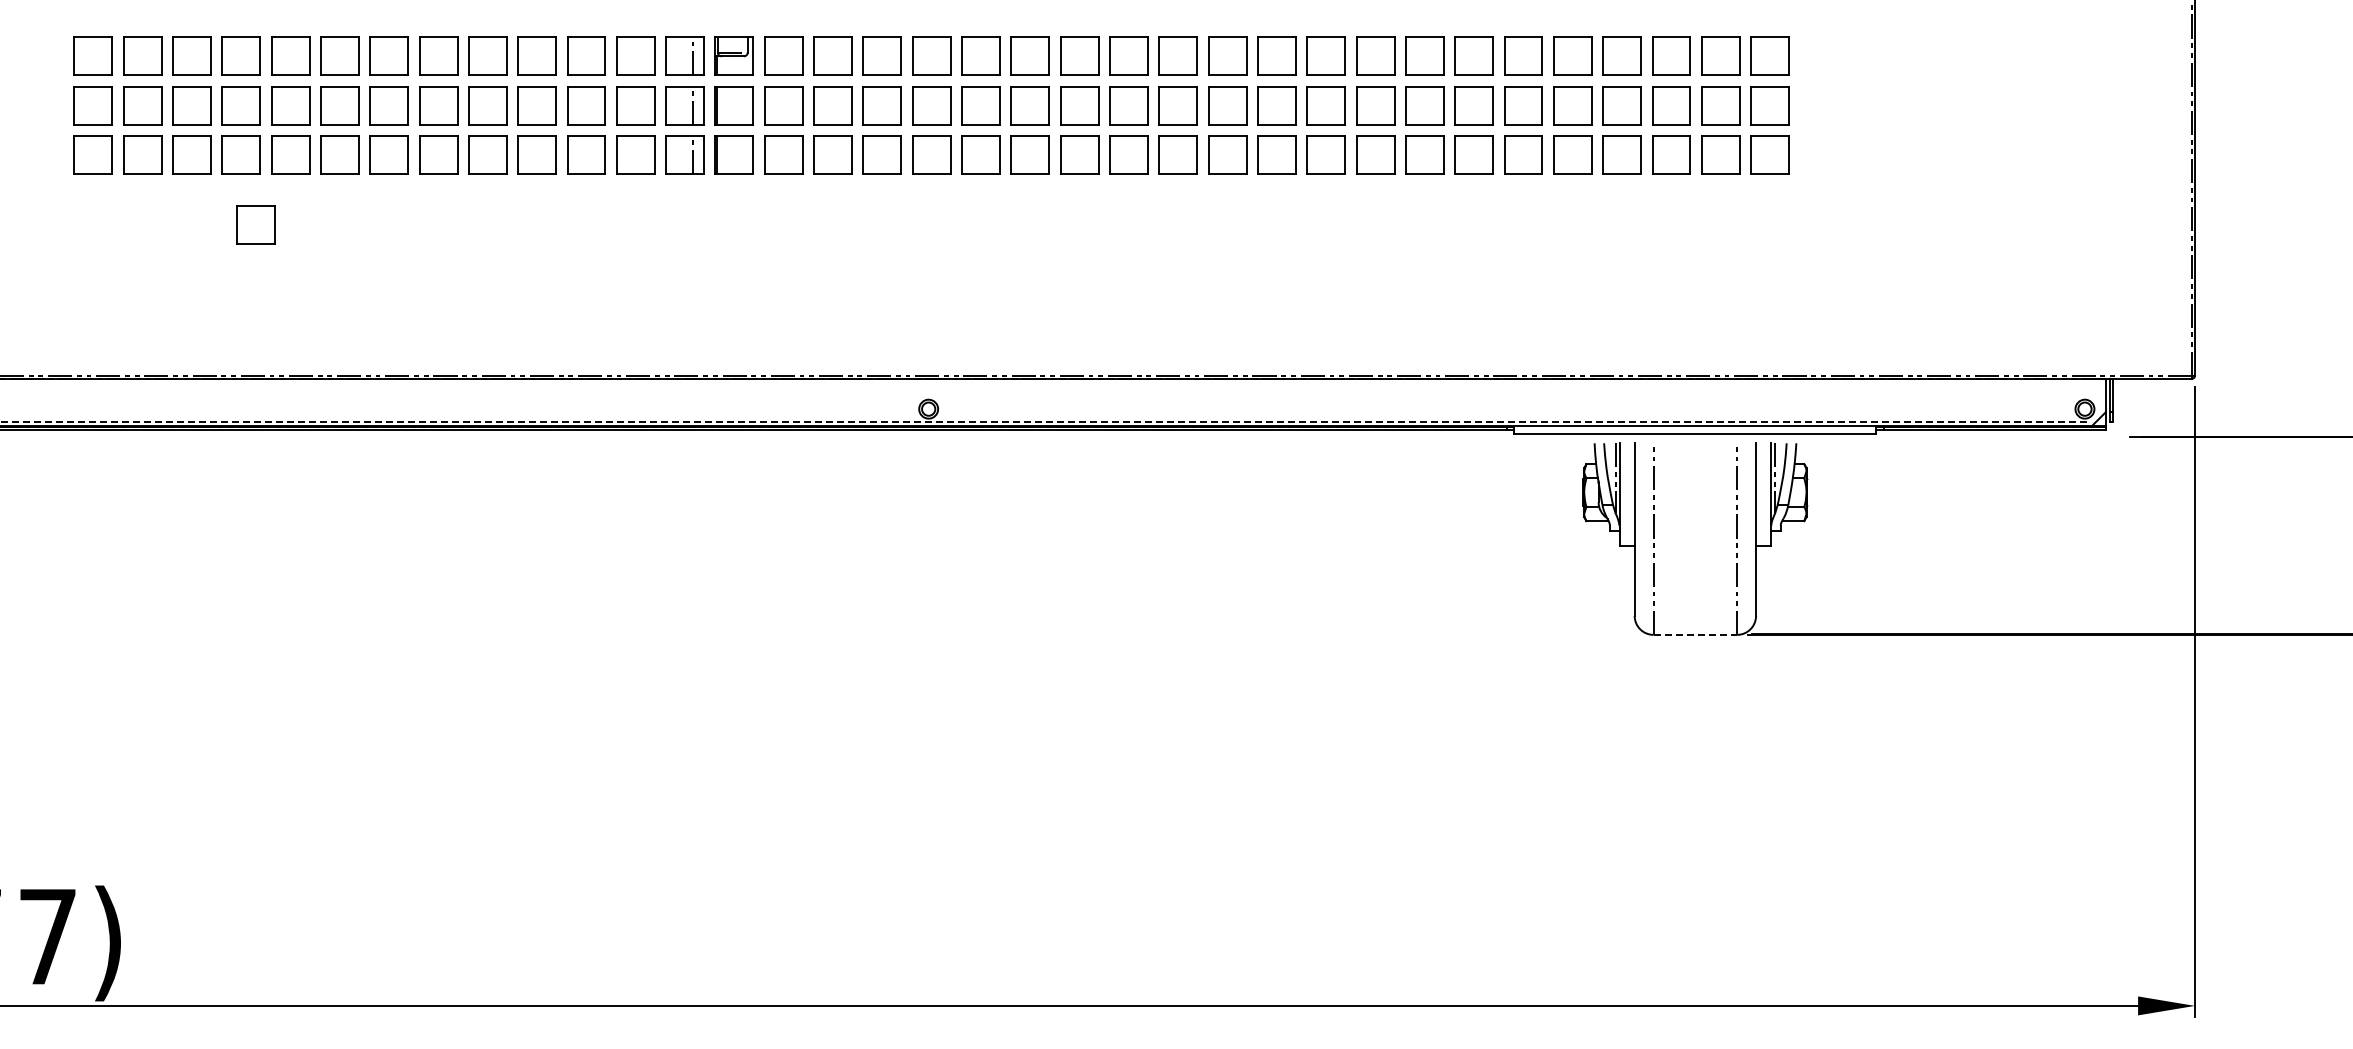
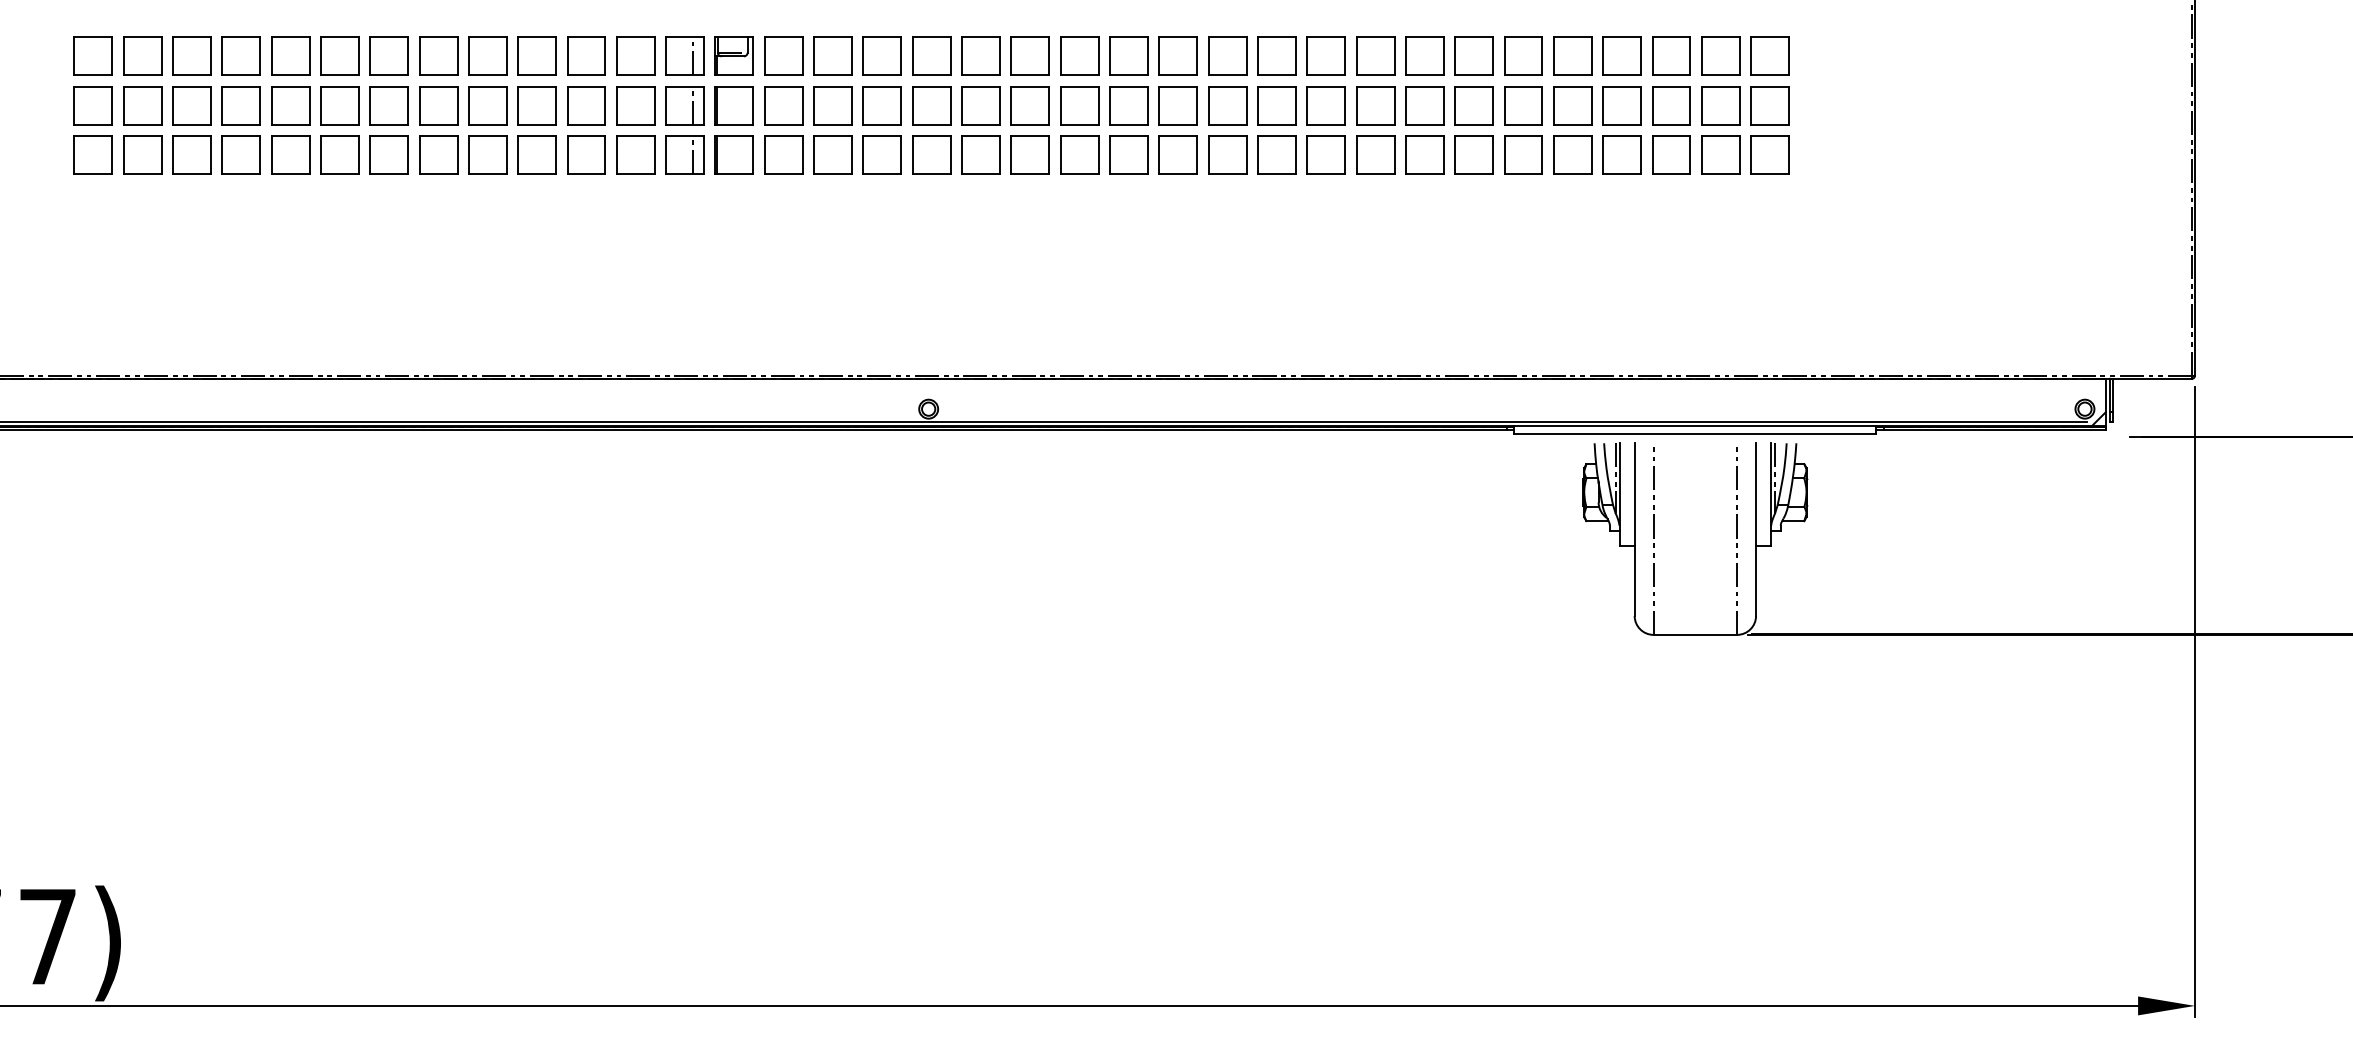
part at (255, 224): present -> none
line at (1042, 421): dashed -> solid
line at (1695, 634): dashed -> solid
